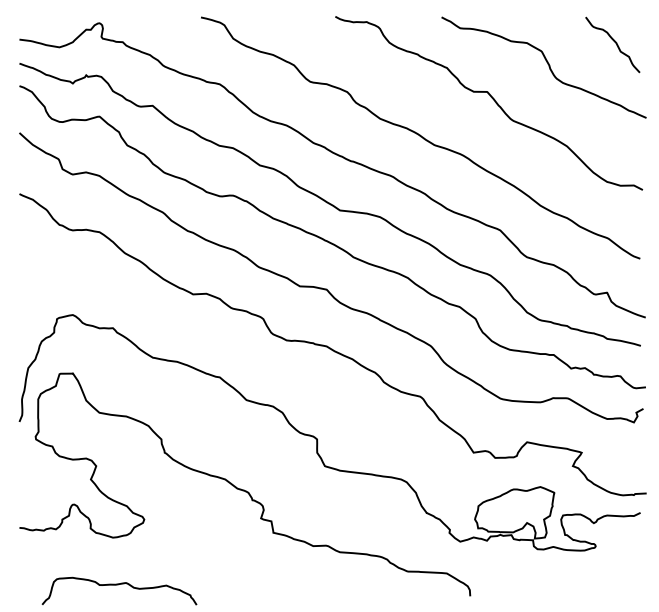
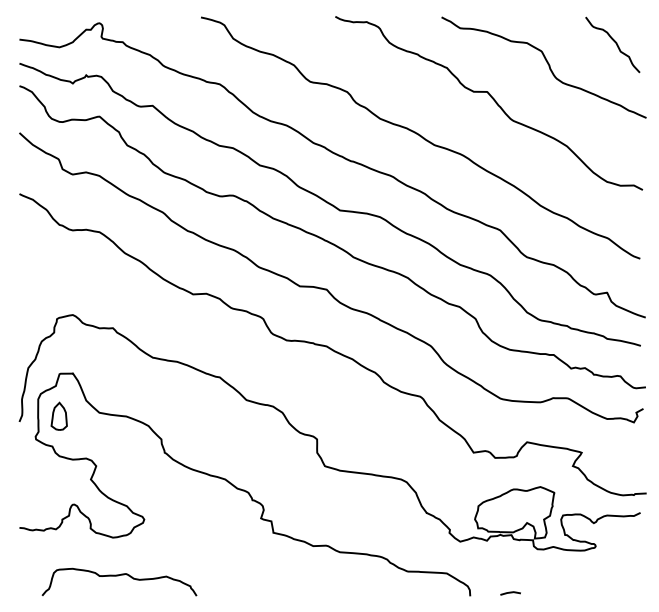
part at (58, 415): none -> present
curve at (118, 585) position: (118, 585) -> (118, 576)
curve at (510, 593): none -> present
